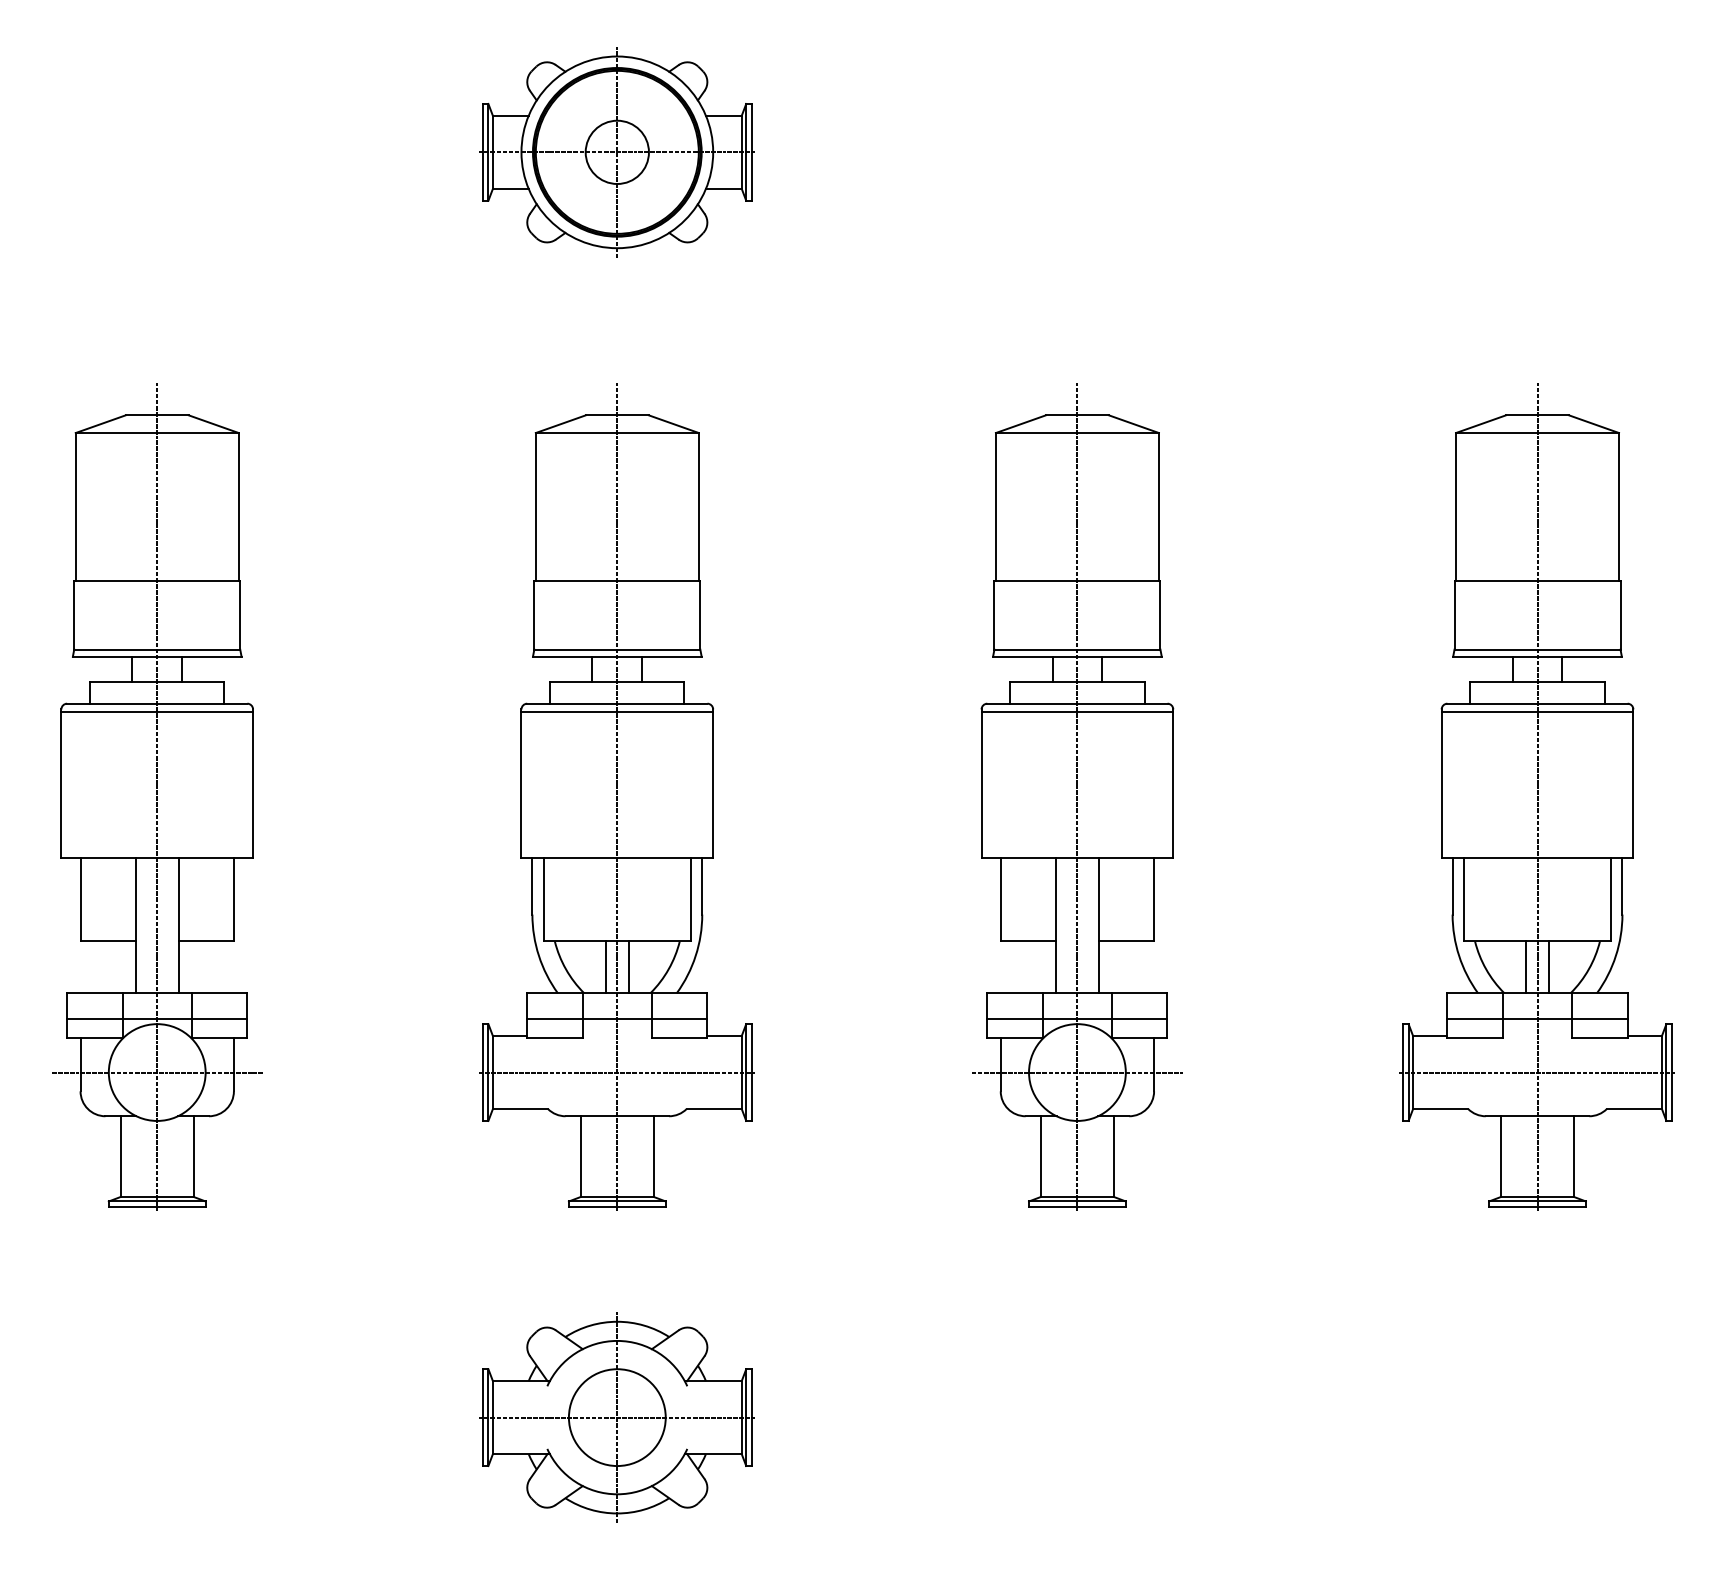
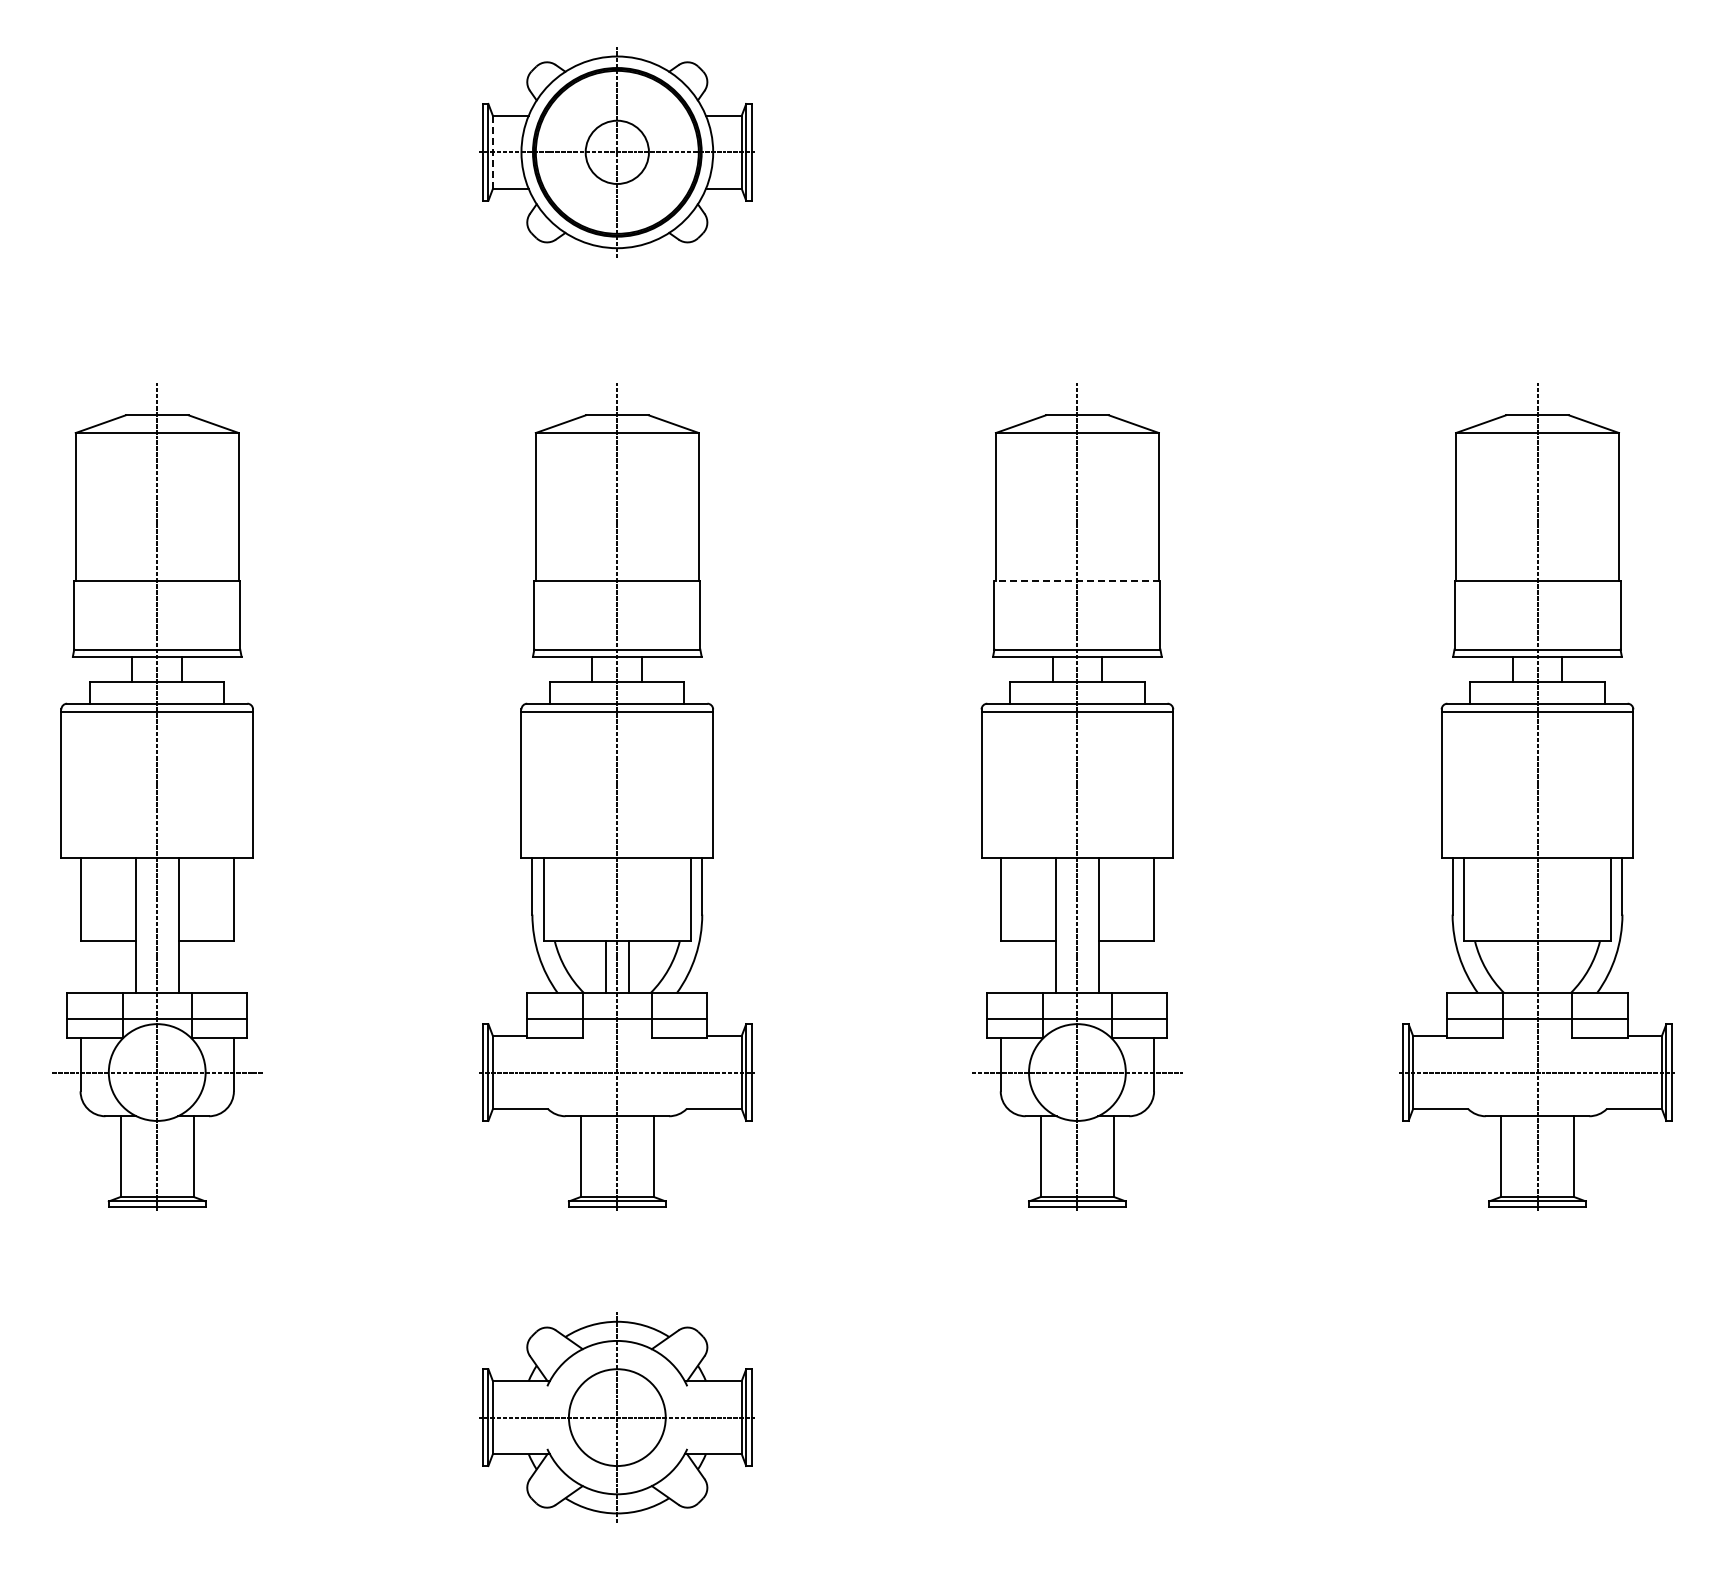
line at (492, 152): solid -> dashed
line at (1076, 580): solid -> dashed
line at (1526, 967): present -> none
line at (1549, 967): present -> none
